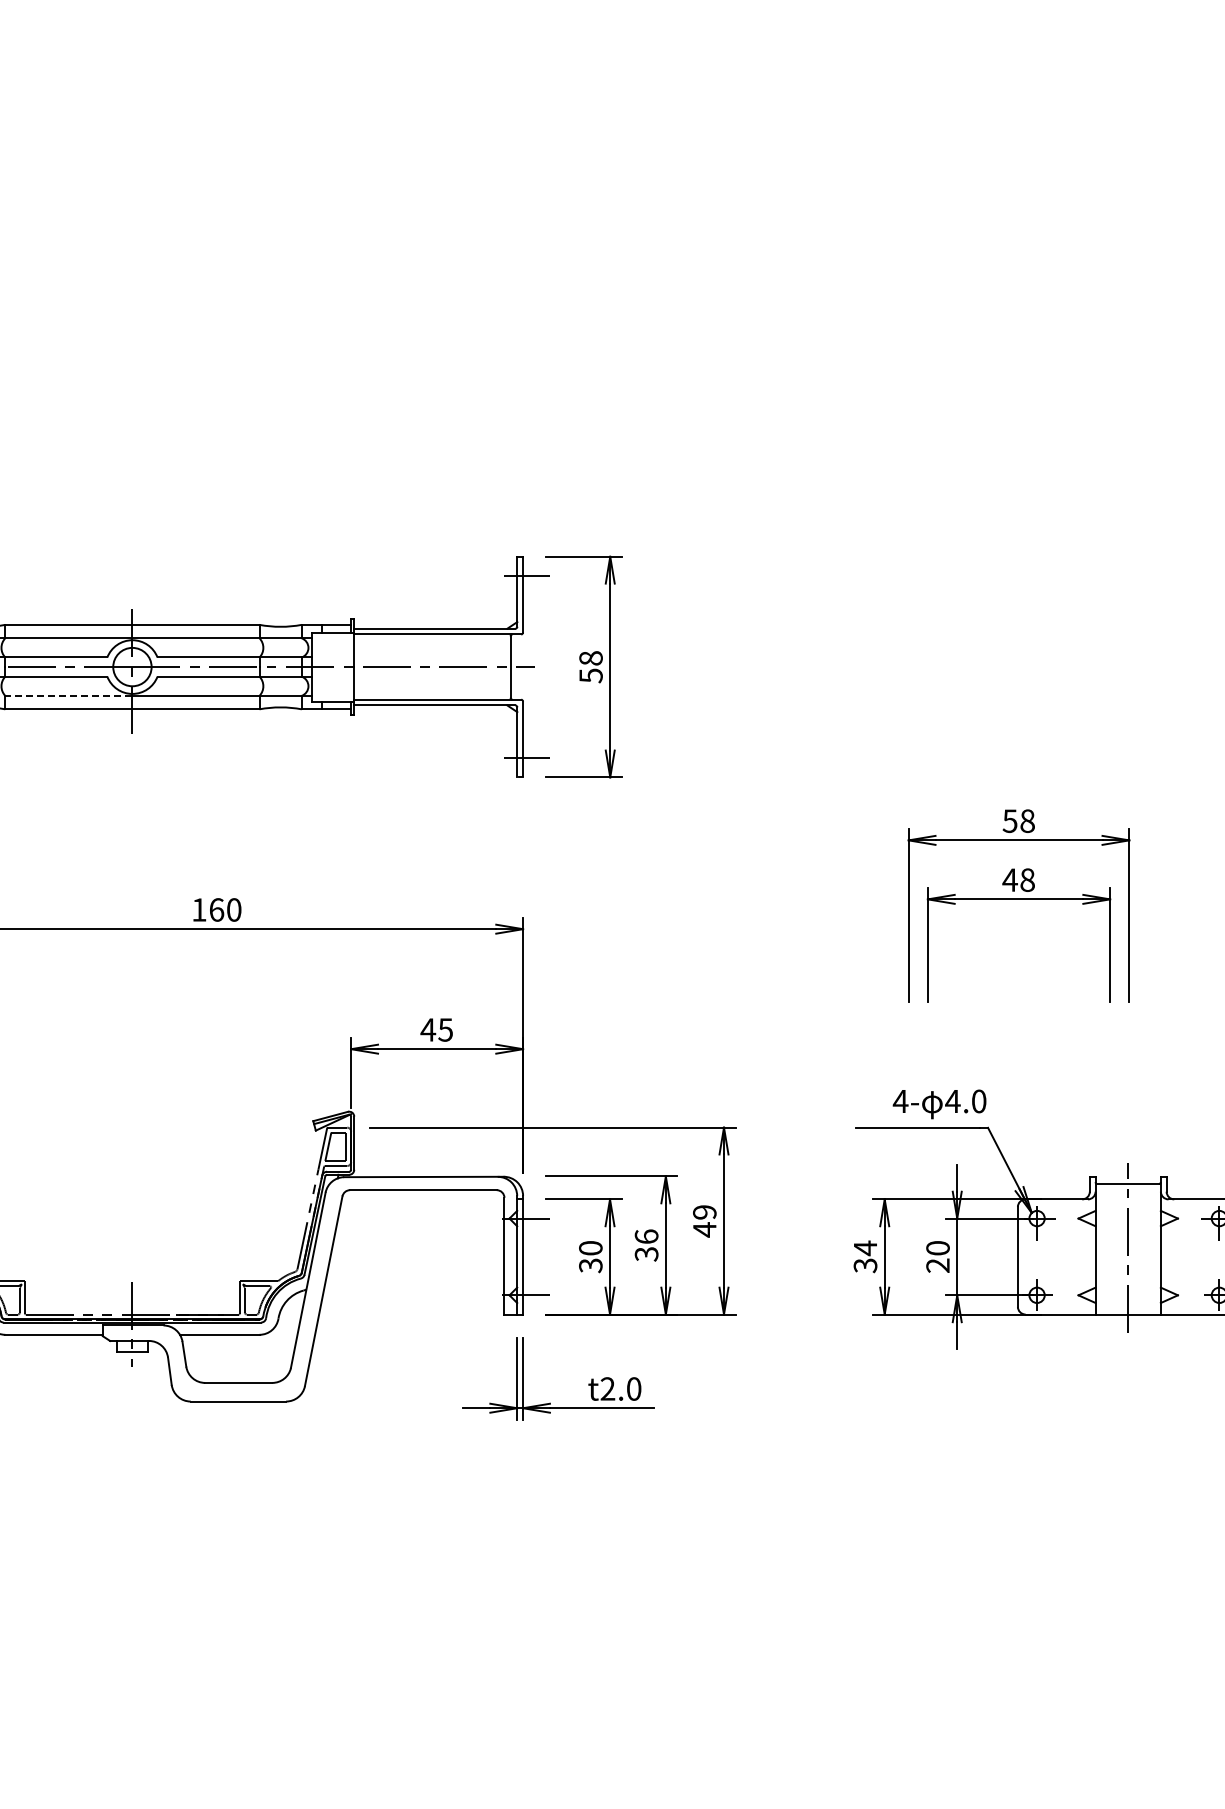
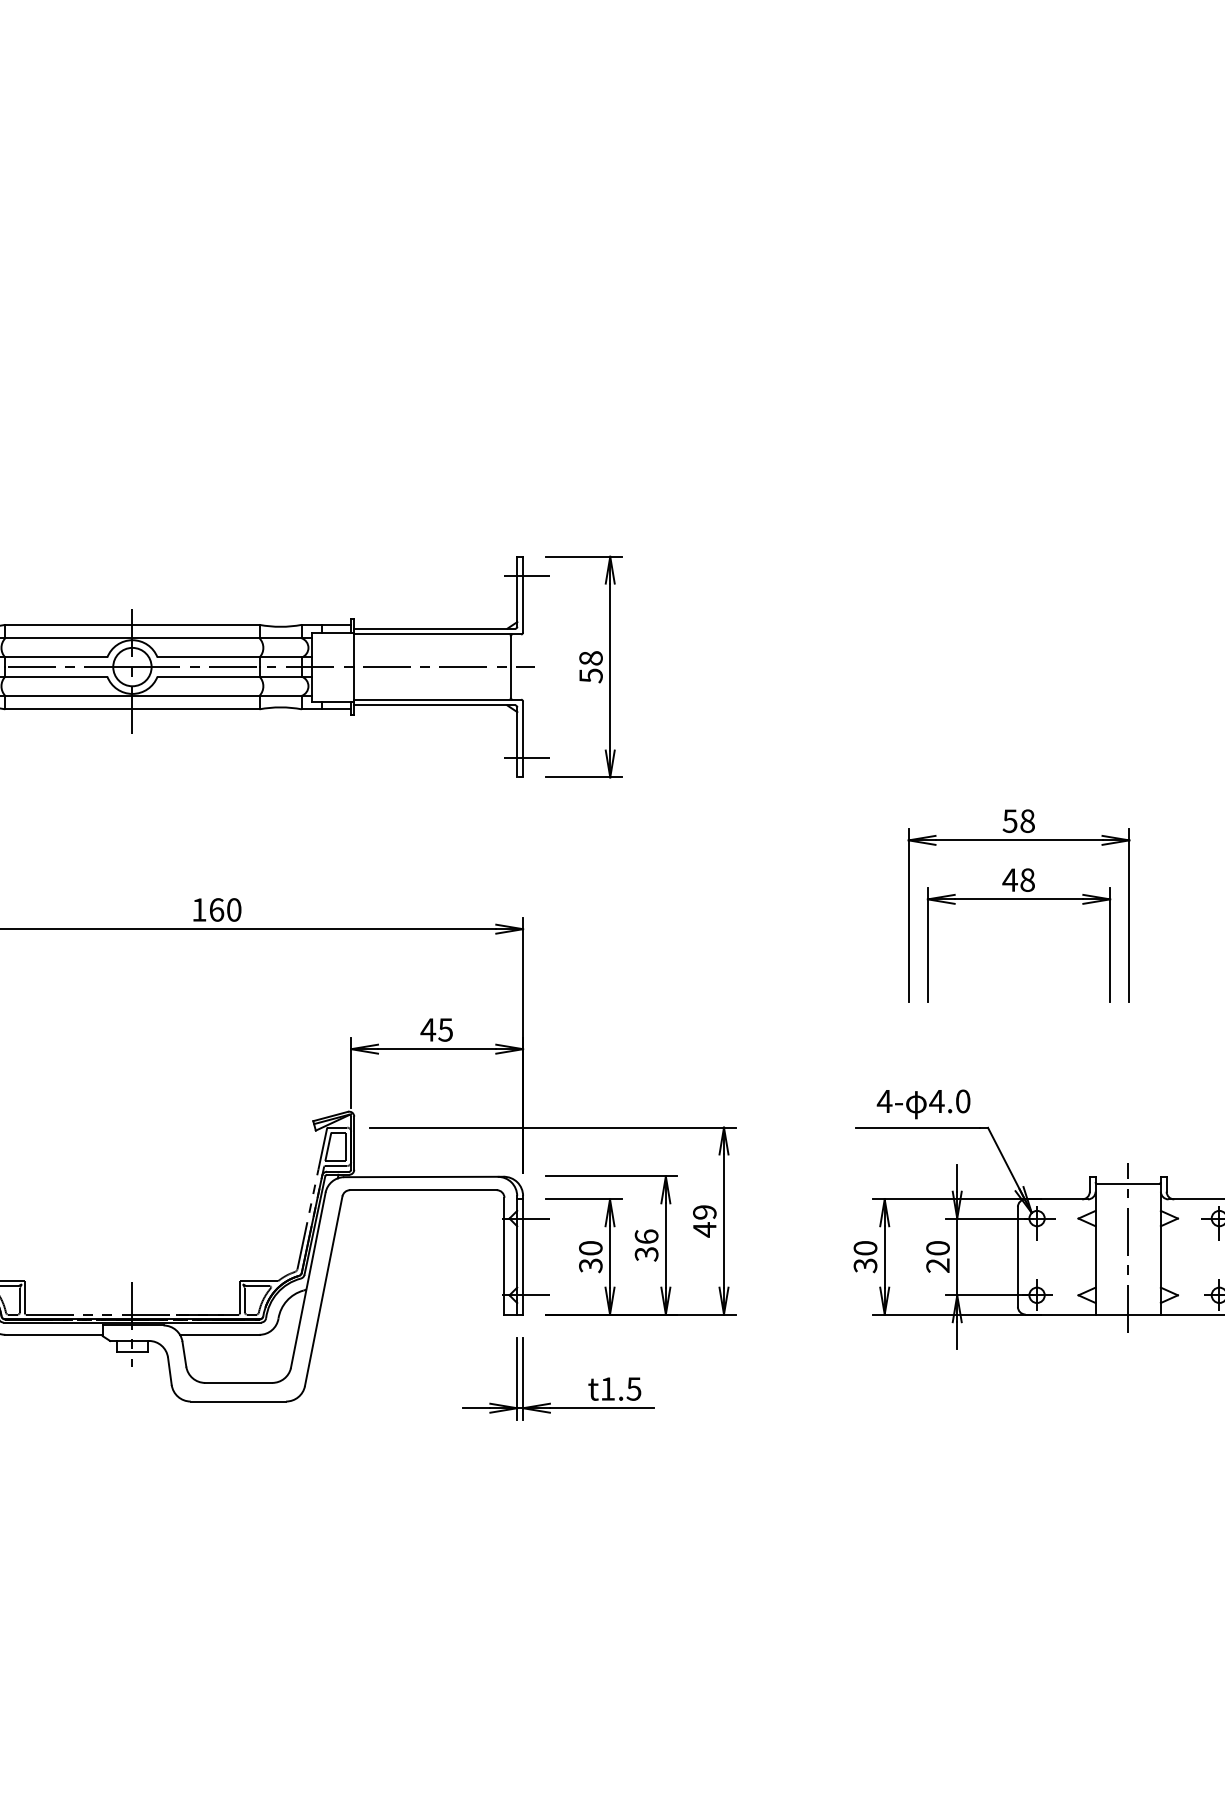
line at (66, 695): dashed -> solid
text at (939, 1104) position: (939, 1104) -> (923, 1104)
text at (865, 1248): 34 -> 30
text at (620, 1388): t2.0 -> t1.5
